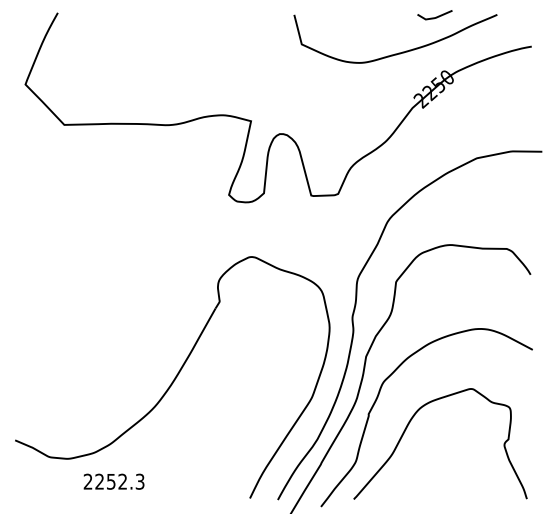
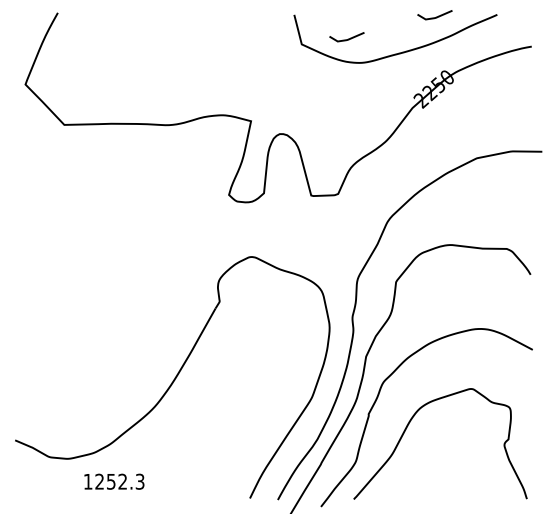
curve at (346, 39): none -> present
text at (87, 481): 2252.3 -> 1252.3
